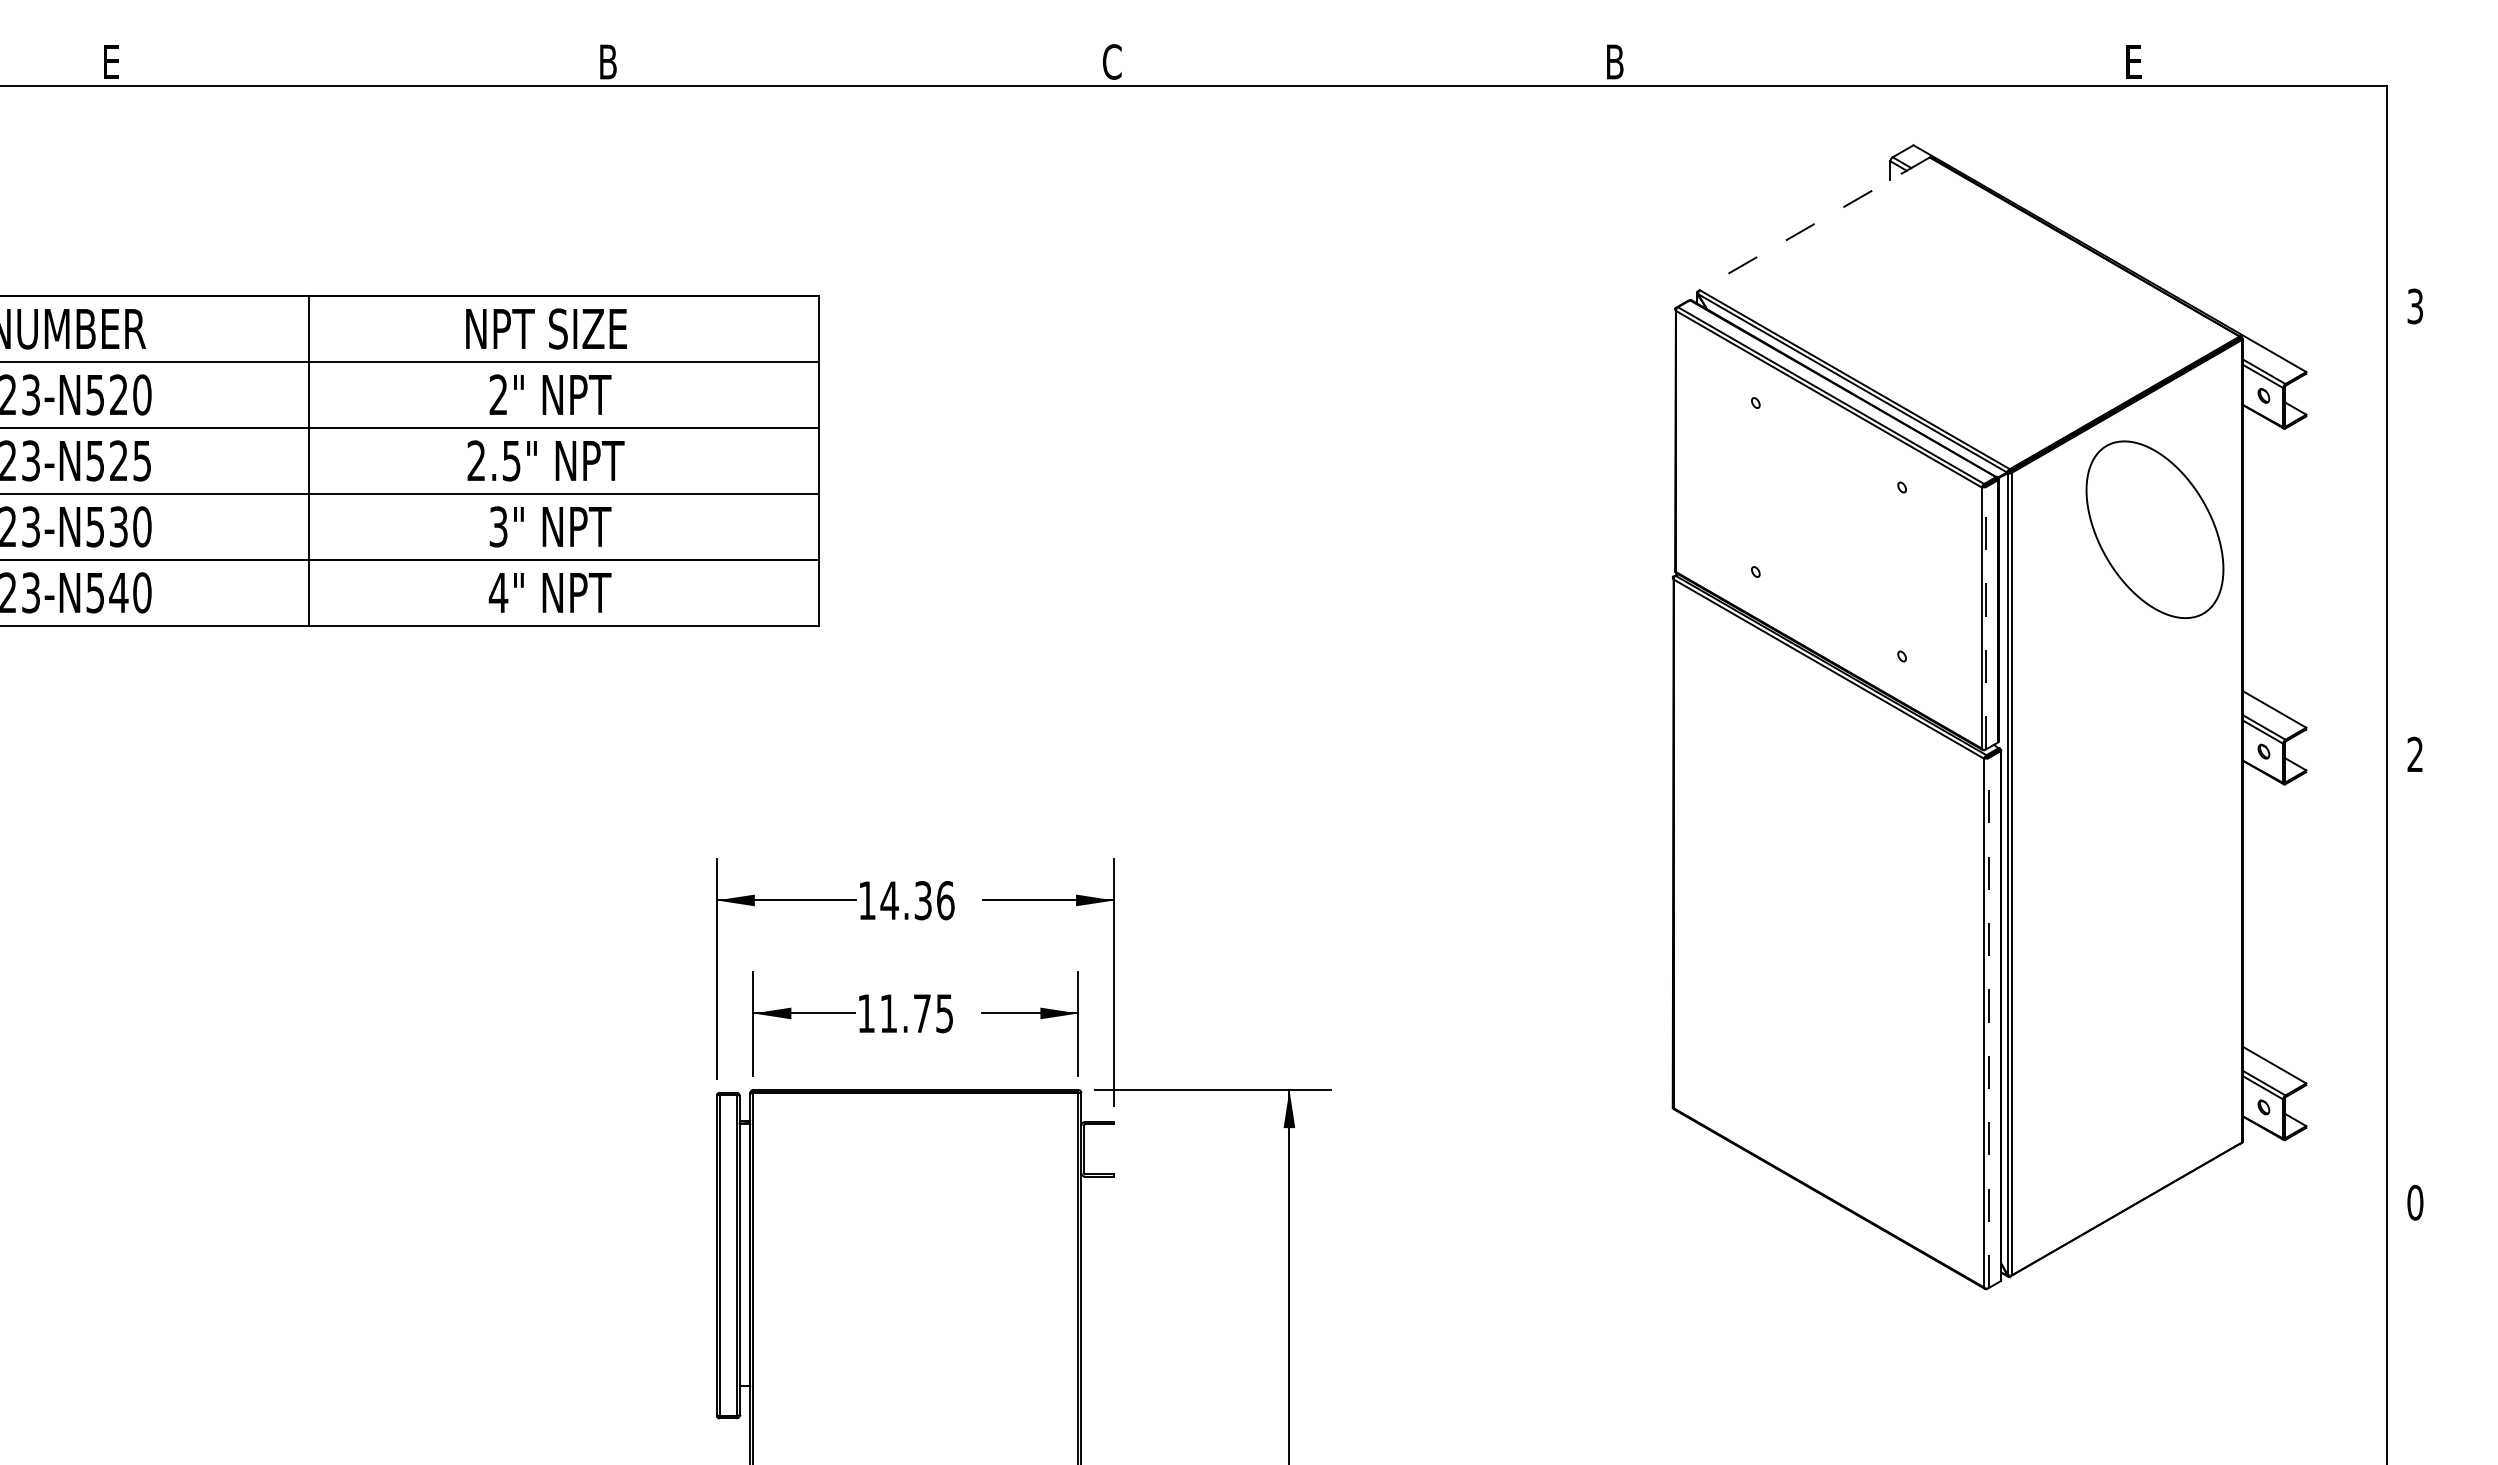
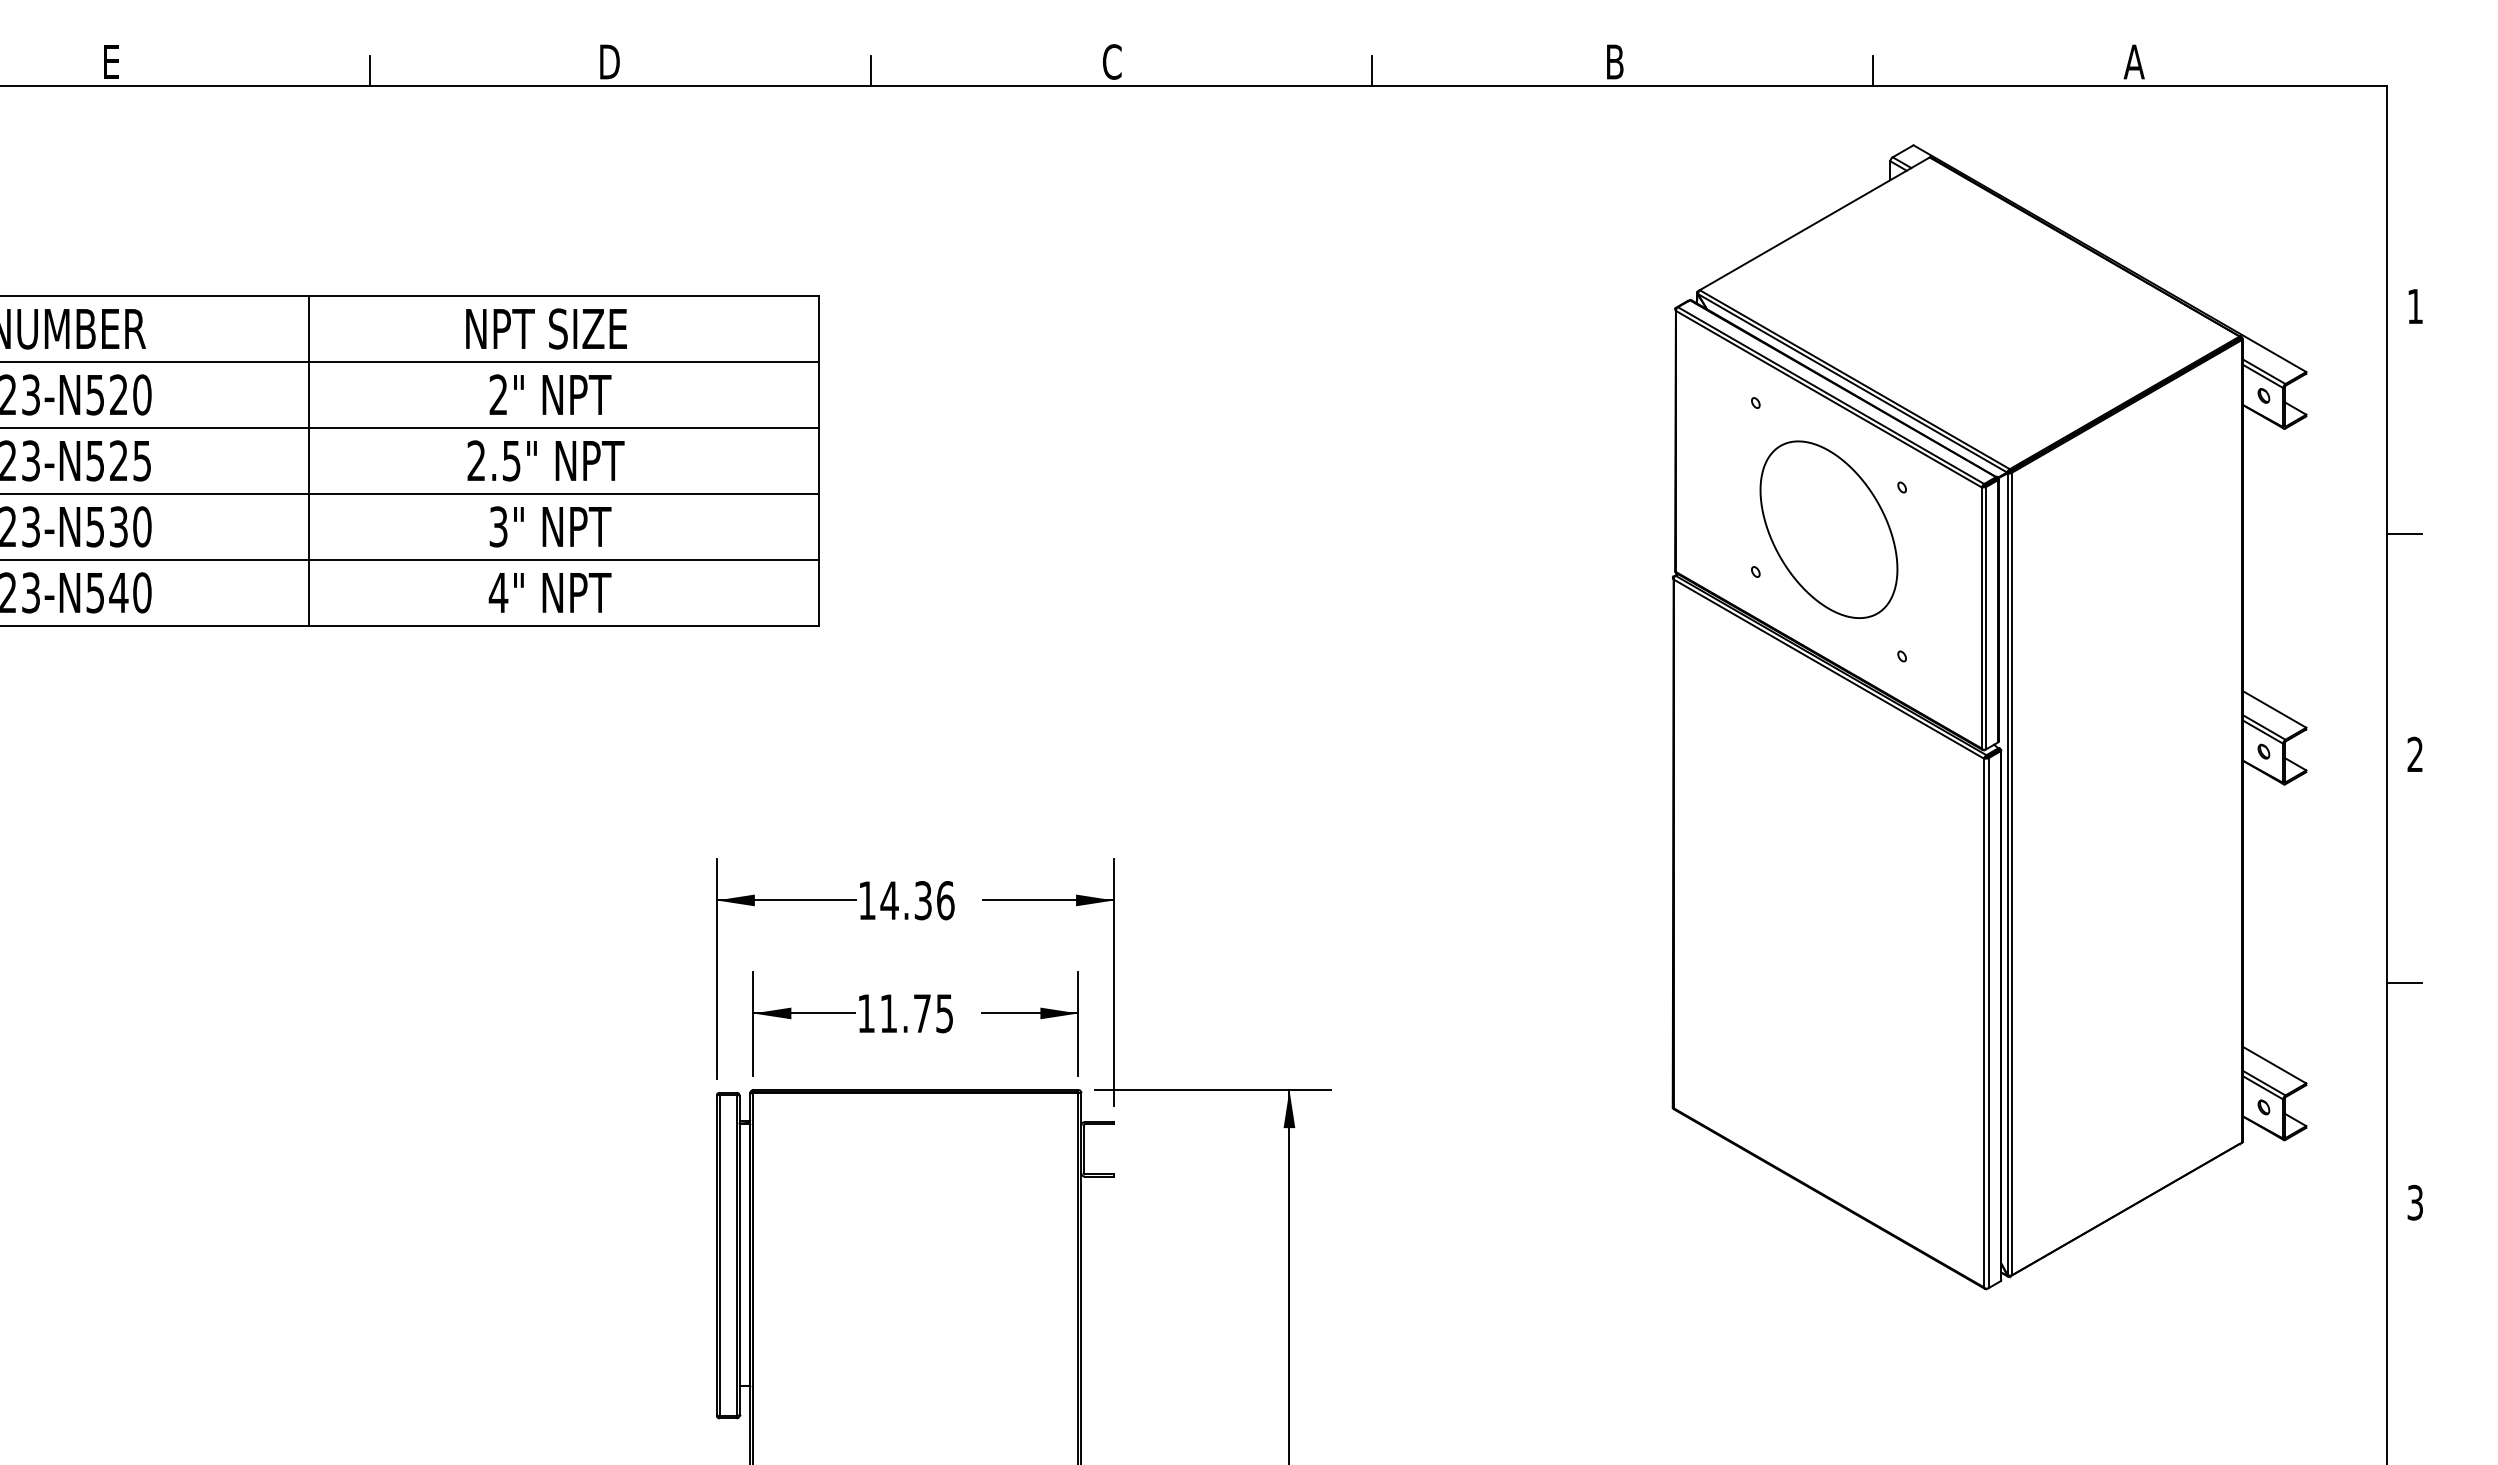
text at (611, 61): B -> D
text at (2133, 61): E -> A
line at (369, 70): none -> present
line at (870, 70): none -> present
line at (1372, 70): none -> present
line at (1873, 70): none -> present
line at (1814, 223): dashed -> solid
text at (2414, 306): 3 -> 1
part at (2154, 529) position: (2154, 529) -> (1828, 529)
line at (2404, 534): none -> present
line at (1986, 617): dashed -> solid
line at (2404, 982): none -> present
line at (1988, 1022): dashed -> solid
text at (2415, 1202): 0 -> 3
